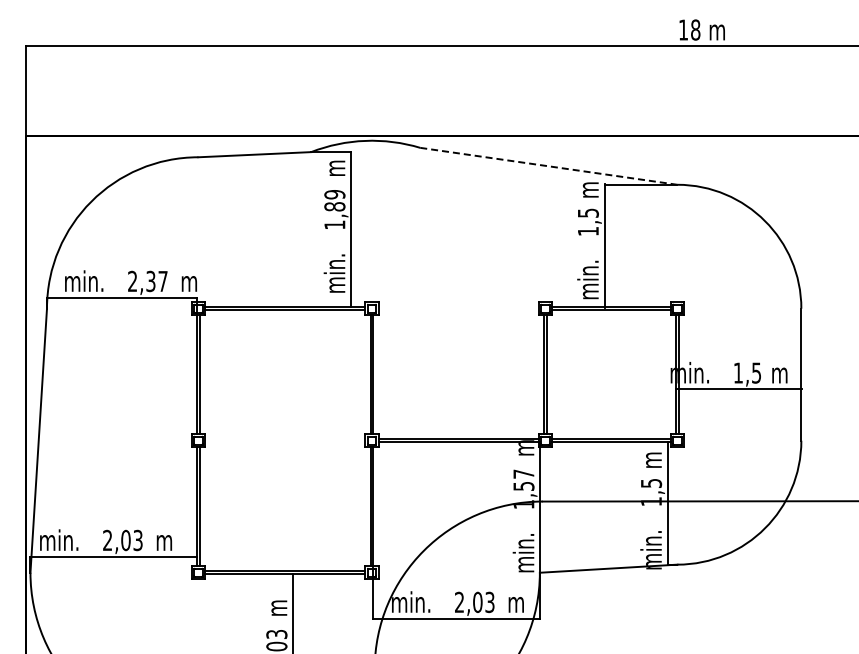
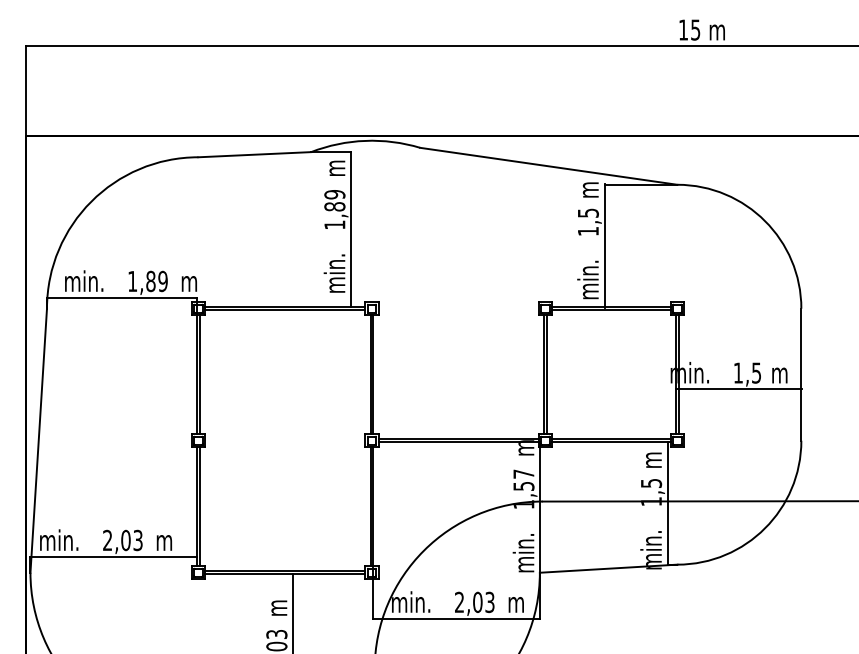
text at (695, 29): 18 -> 15
line at (548, 166): dashed -> solid
text at (147, 281): 2,37 -> 1,89
